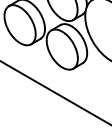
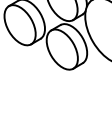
line at (55, 92): present -> none
